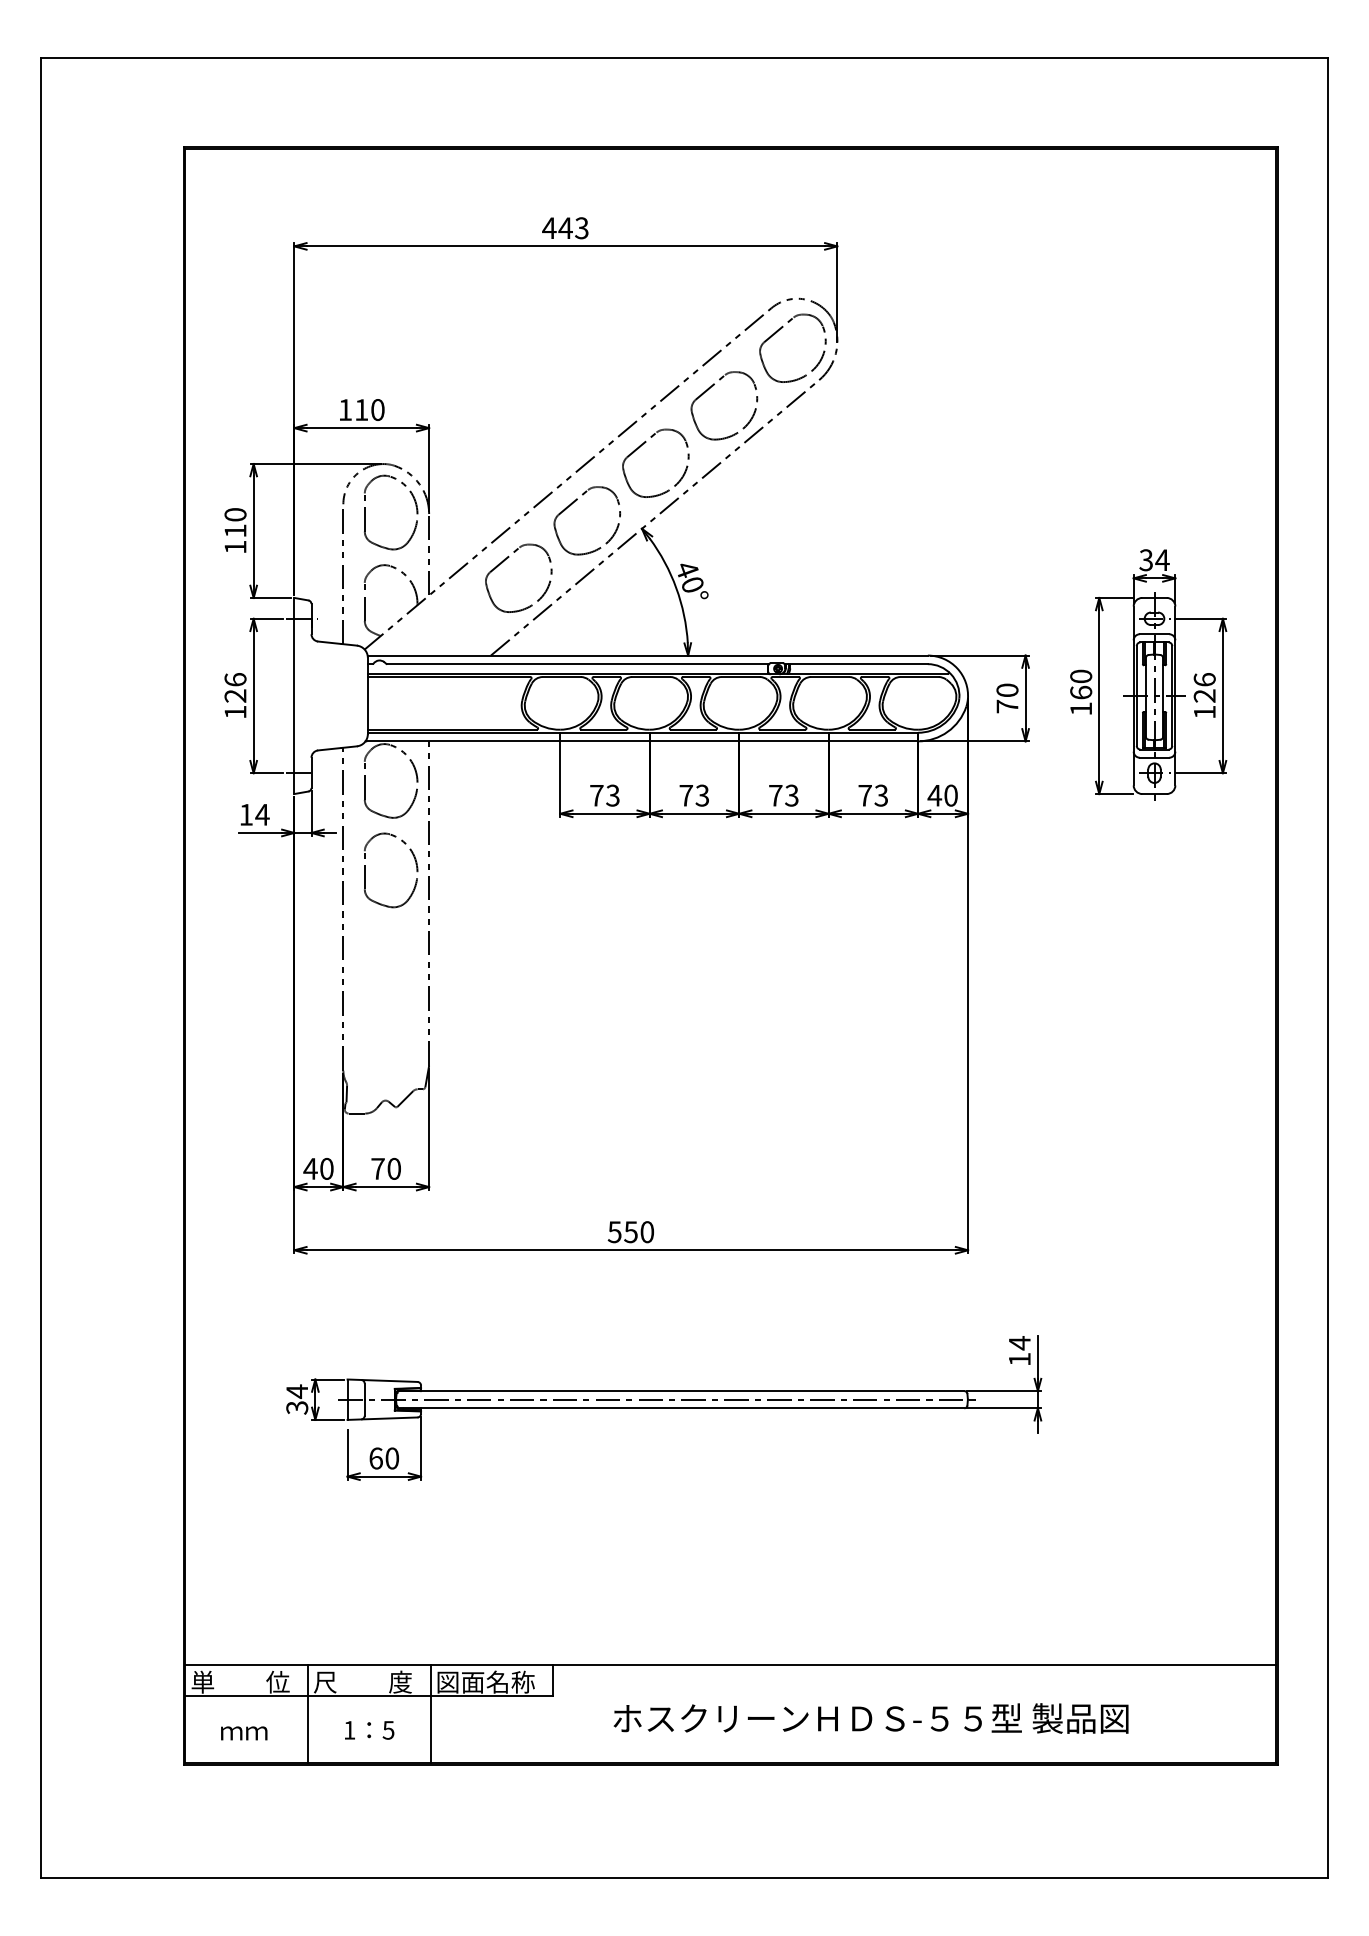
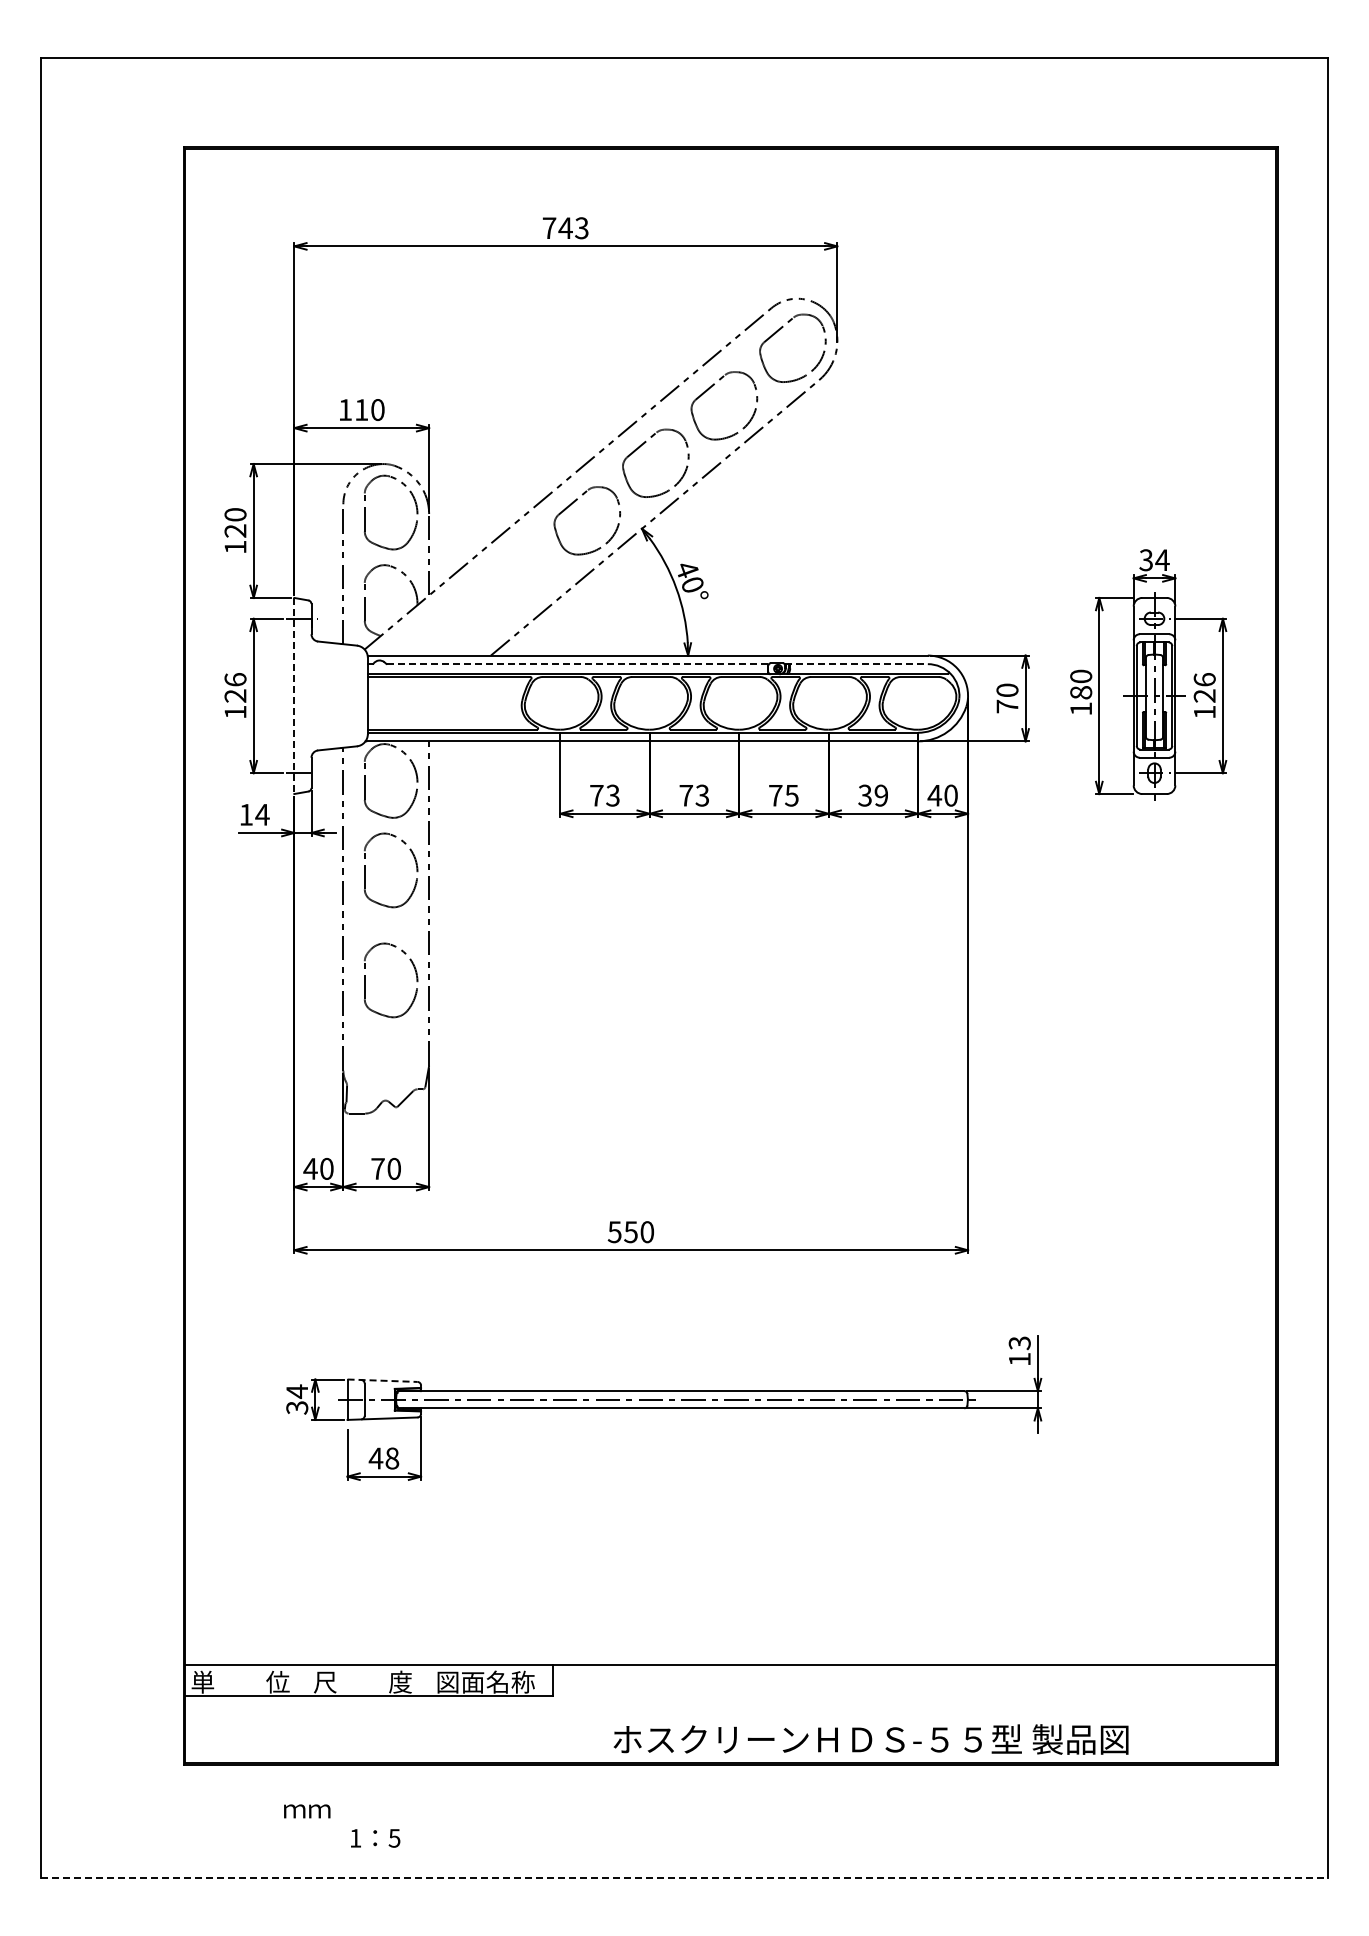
text at (549, 227): 443 -> 743
text at (235, 530): 110 -> 120
part at (503, 562): present -> none
line at (578, 664): solid -> dashed
line at (856, 664): solid -> dashed
text at (1081, 692): 160 -> 180
line at (294, 696): solid -> dashed
text at (791, 795): 73 -> 75
text at (872, 795): 73 -> 39
part at (365, 980): none -> present
text at (1019, 1343): 14 -> 13
line at (383, 1380): solid -> dashed
text at (383, 1458): 60 -> 48
line at (307, 1714): present -> none
line at (430, 1714): present -> none
text at (870, 1718) position: (870, 1718) -> (870, 1739)
text at (369, 1730) position: (369, 1730) -> (375, 1838)
text at (244, 1733) position: (244, 1733) -> (307, 1811)
line at (684, 1877): solid -> dashed
